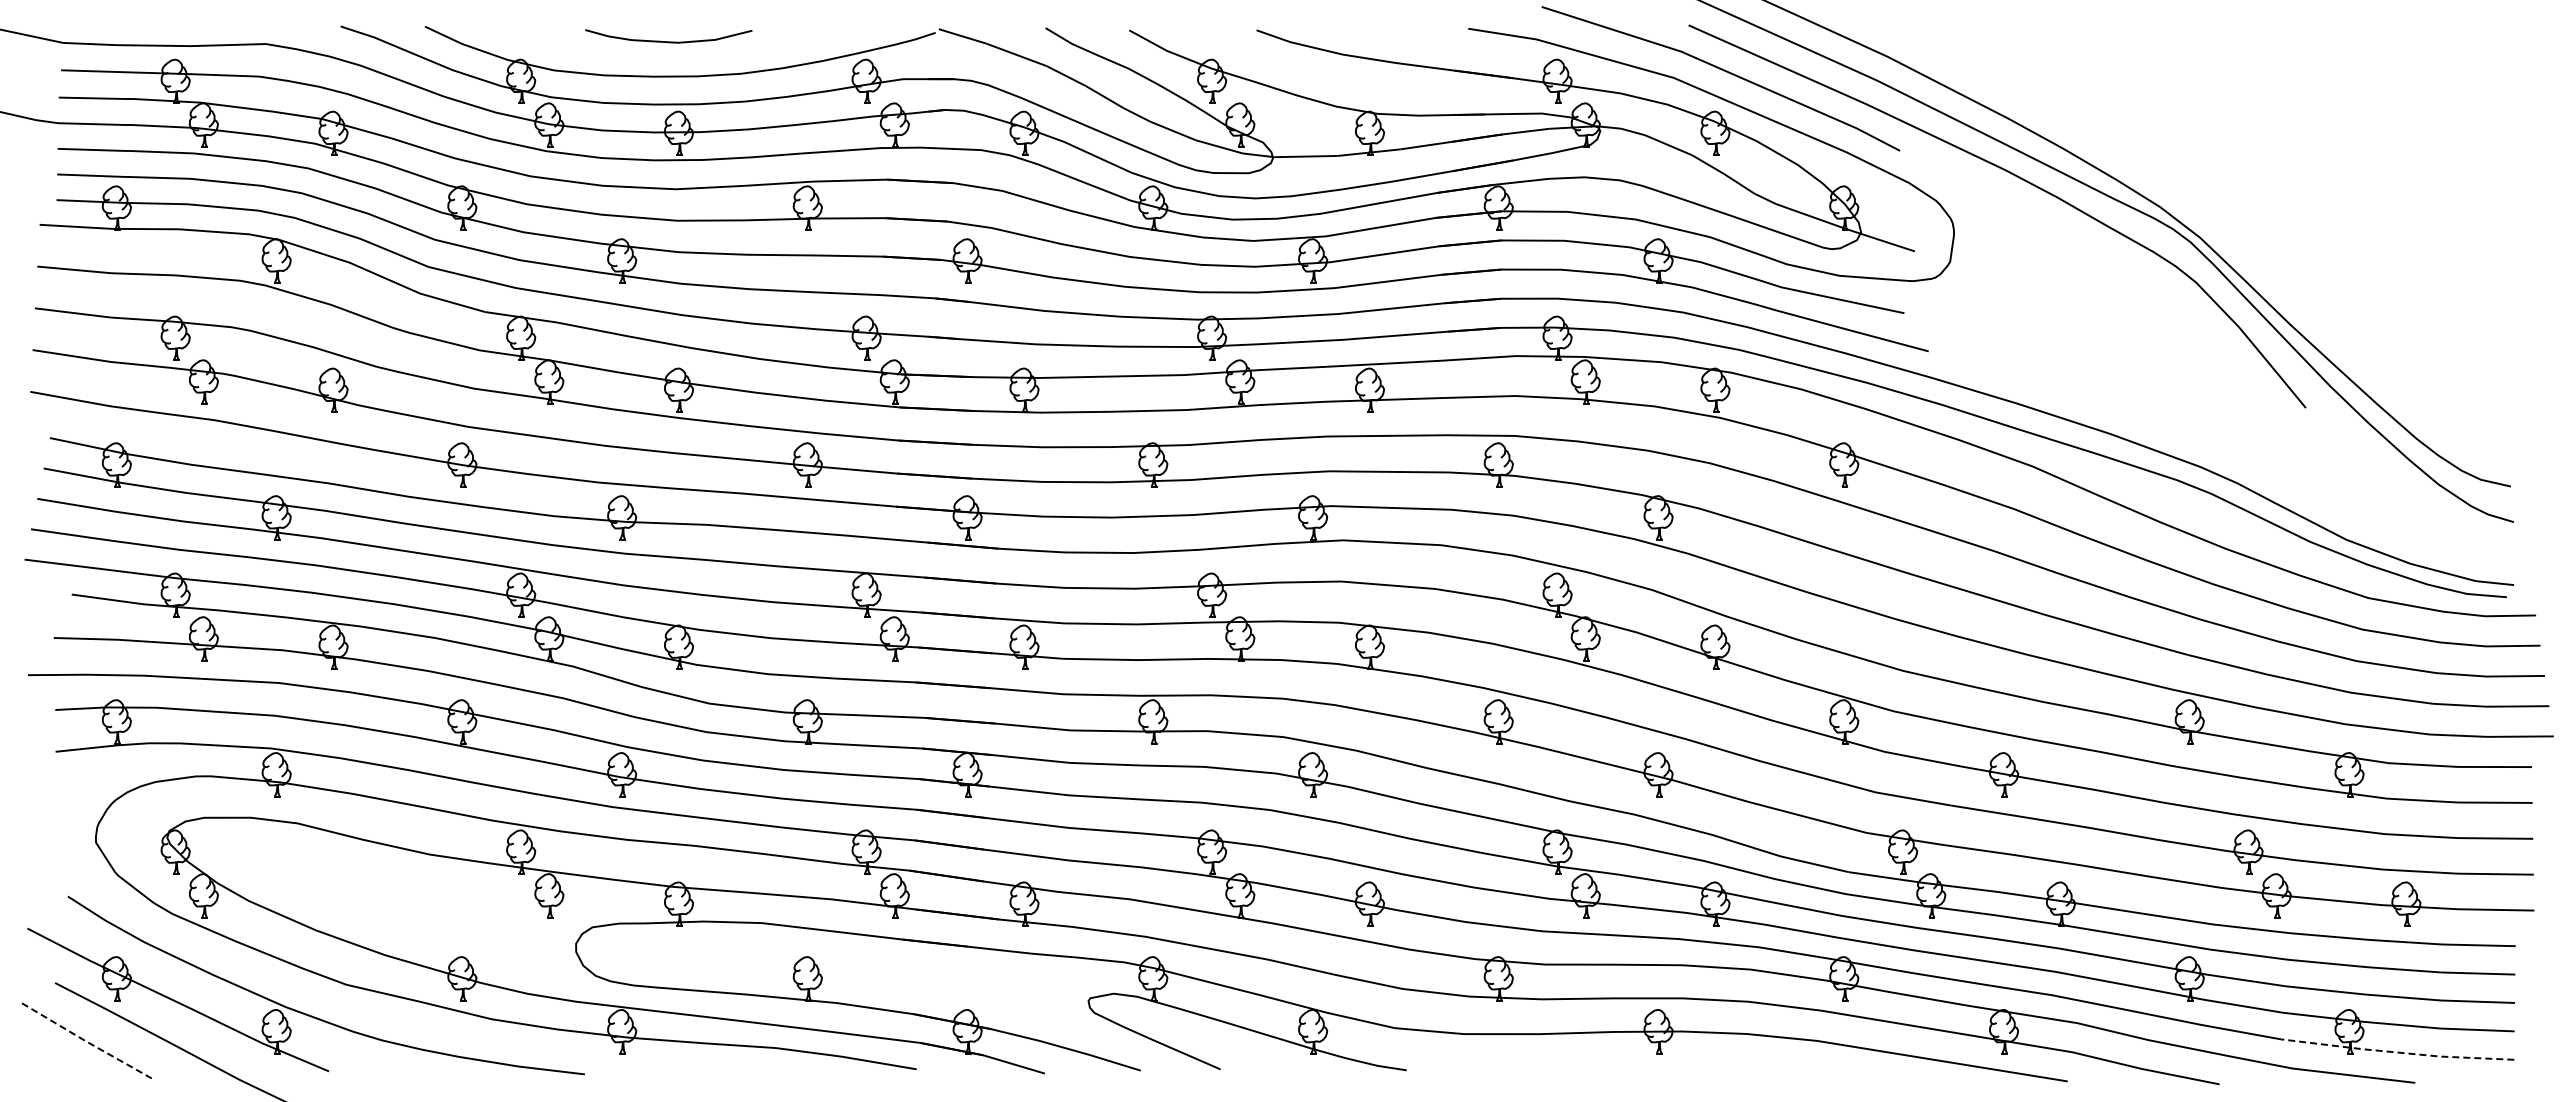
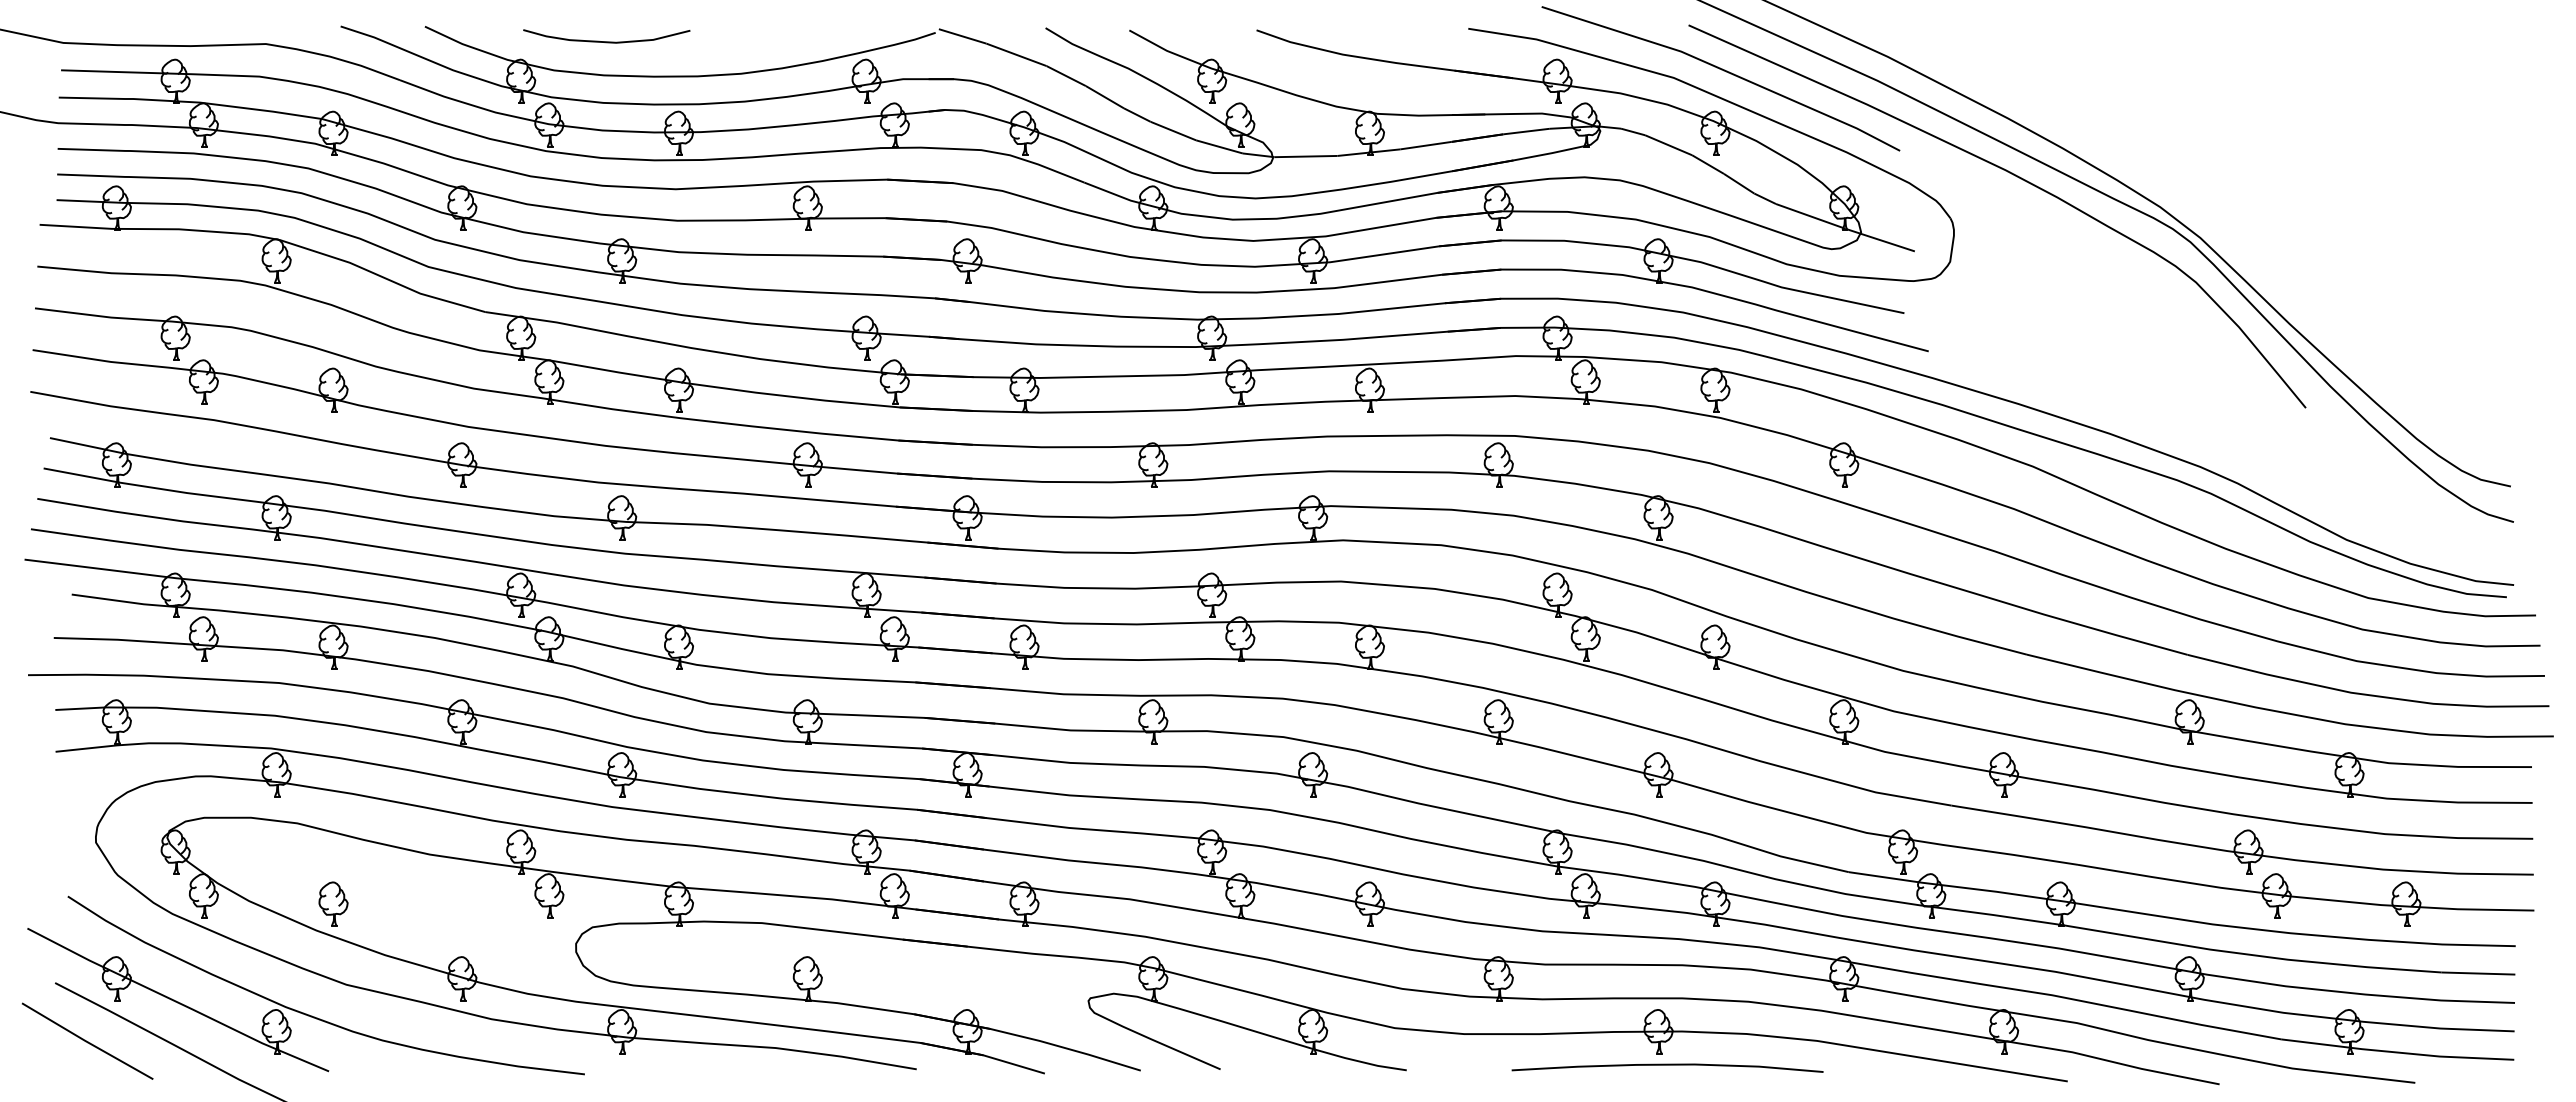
curve at (668, 41) position: (668, 41) -> (606, 41)
part at (333, 903): none -> present
line at (87, 1042): dashed -> solid
line at (2397, 1052): dashed -> solid
curve at (1667, 1065): none -> present
